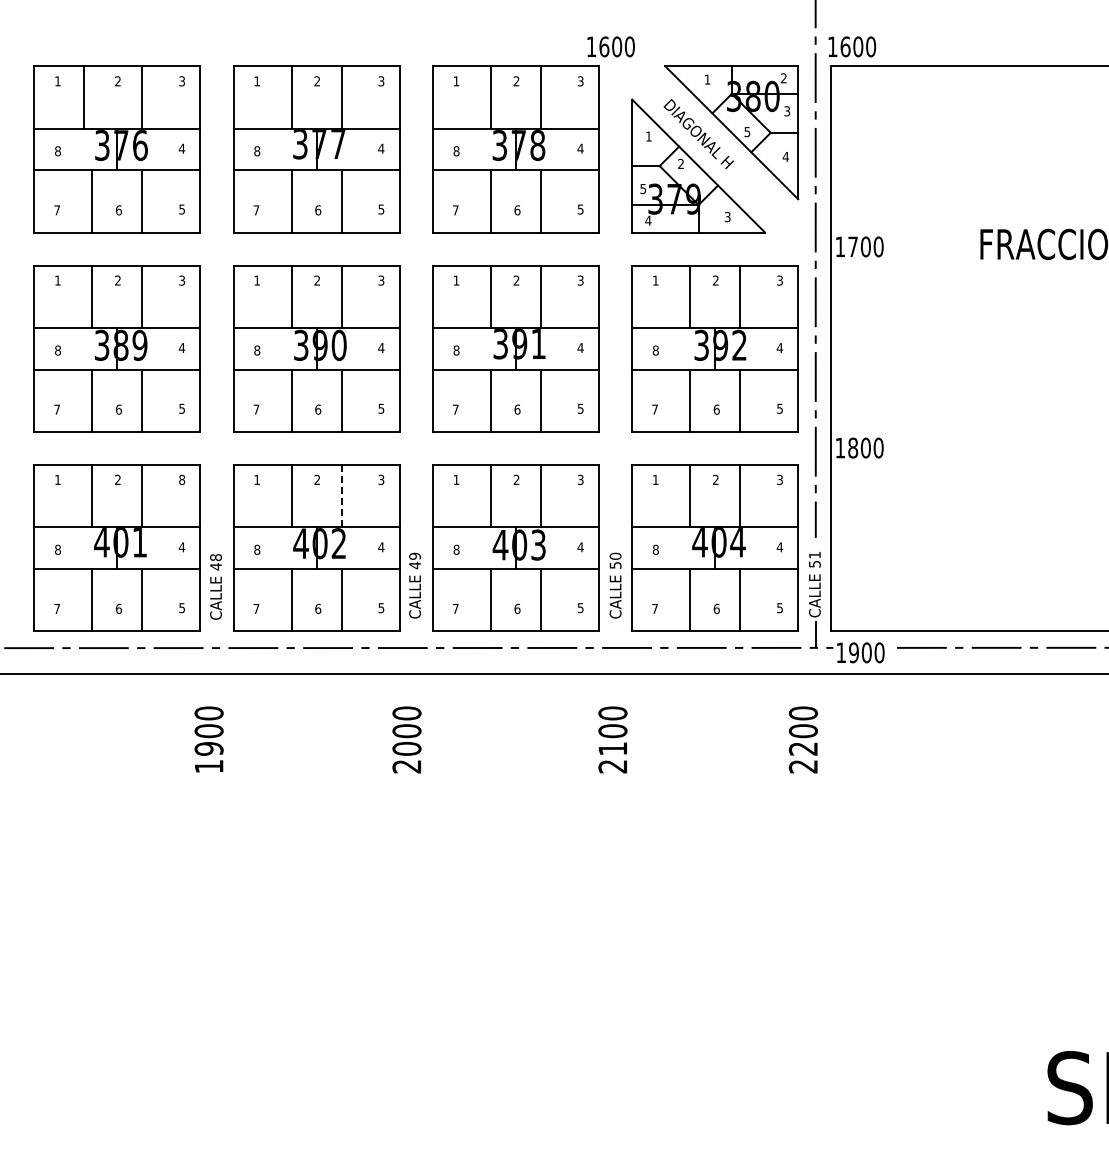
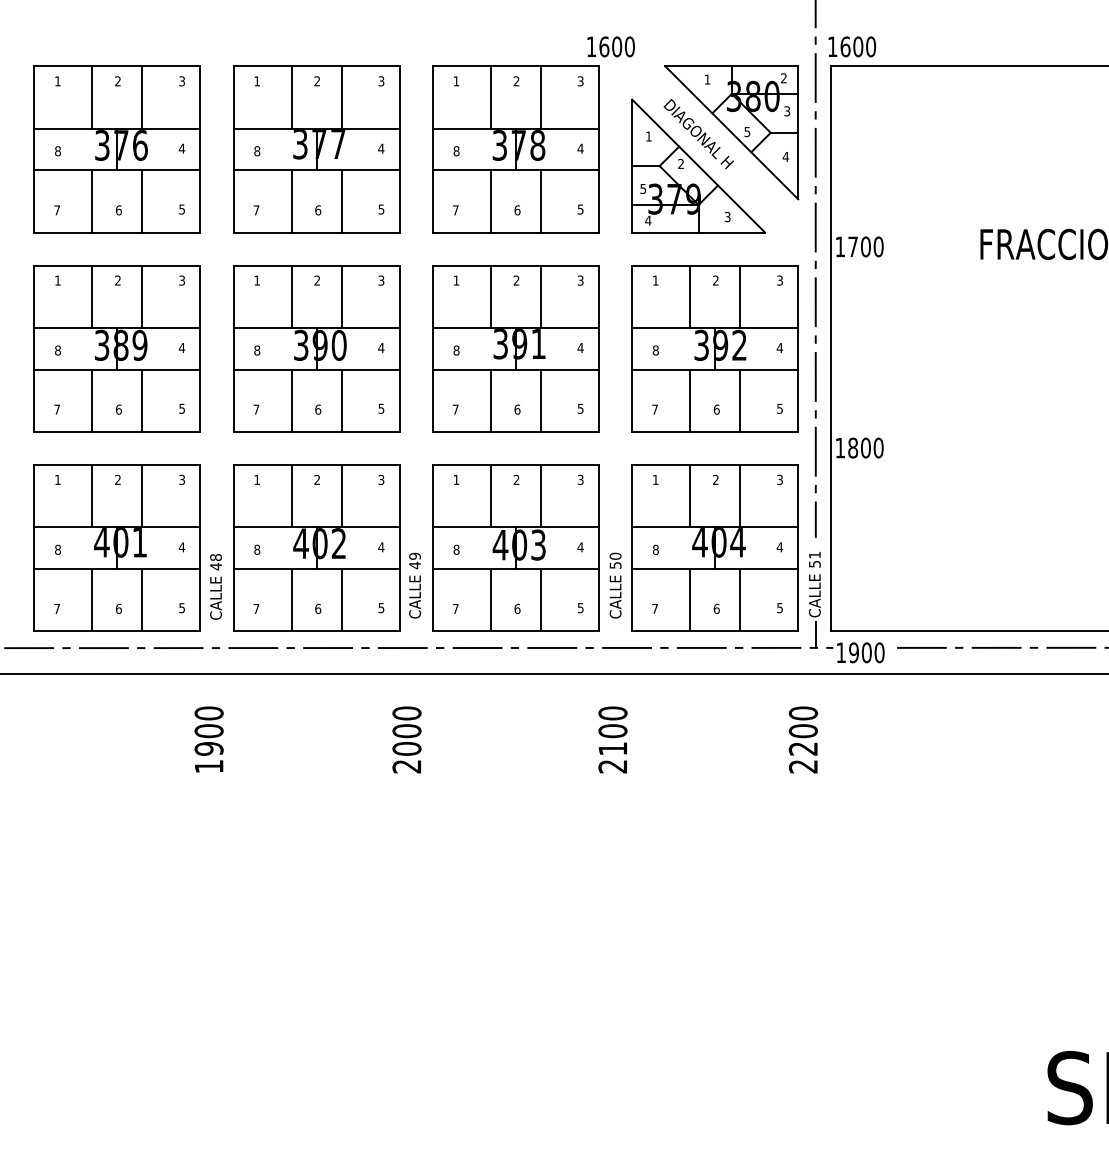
line at (84, 97) position: (84, 97) -> (92, 97)
text at (182, 479): 8 -> 3
line at (341, 496): dashed -> solid
